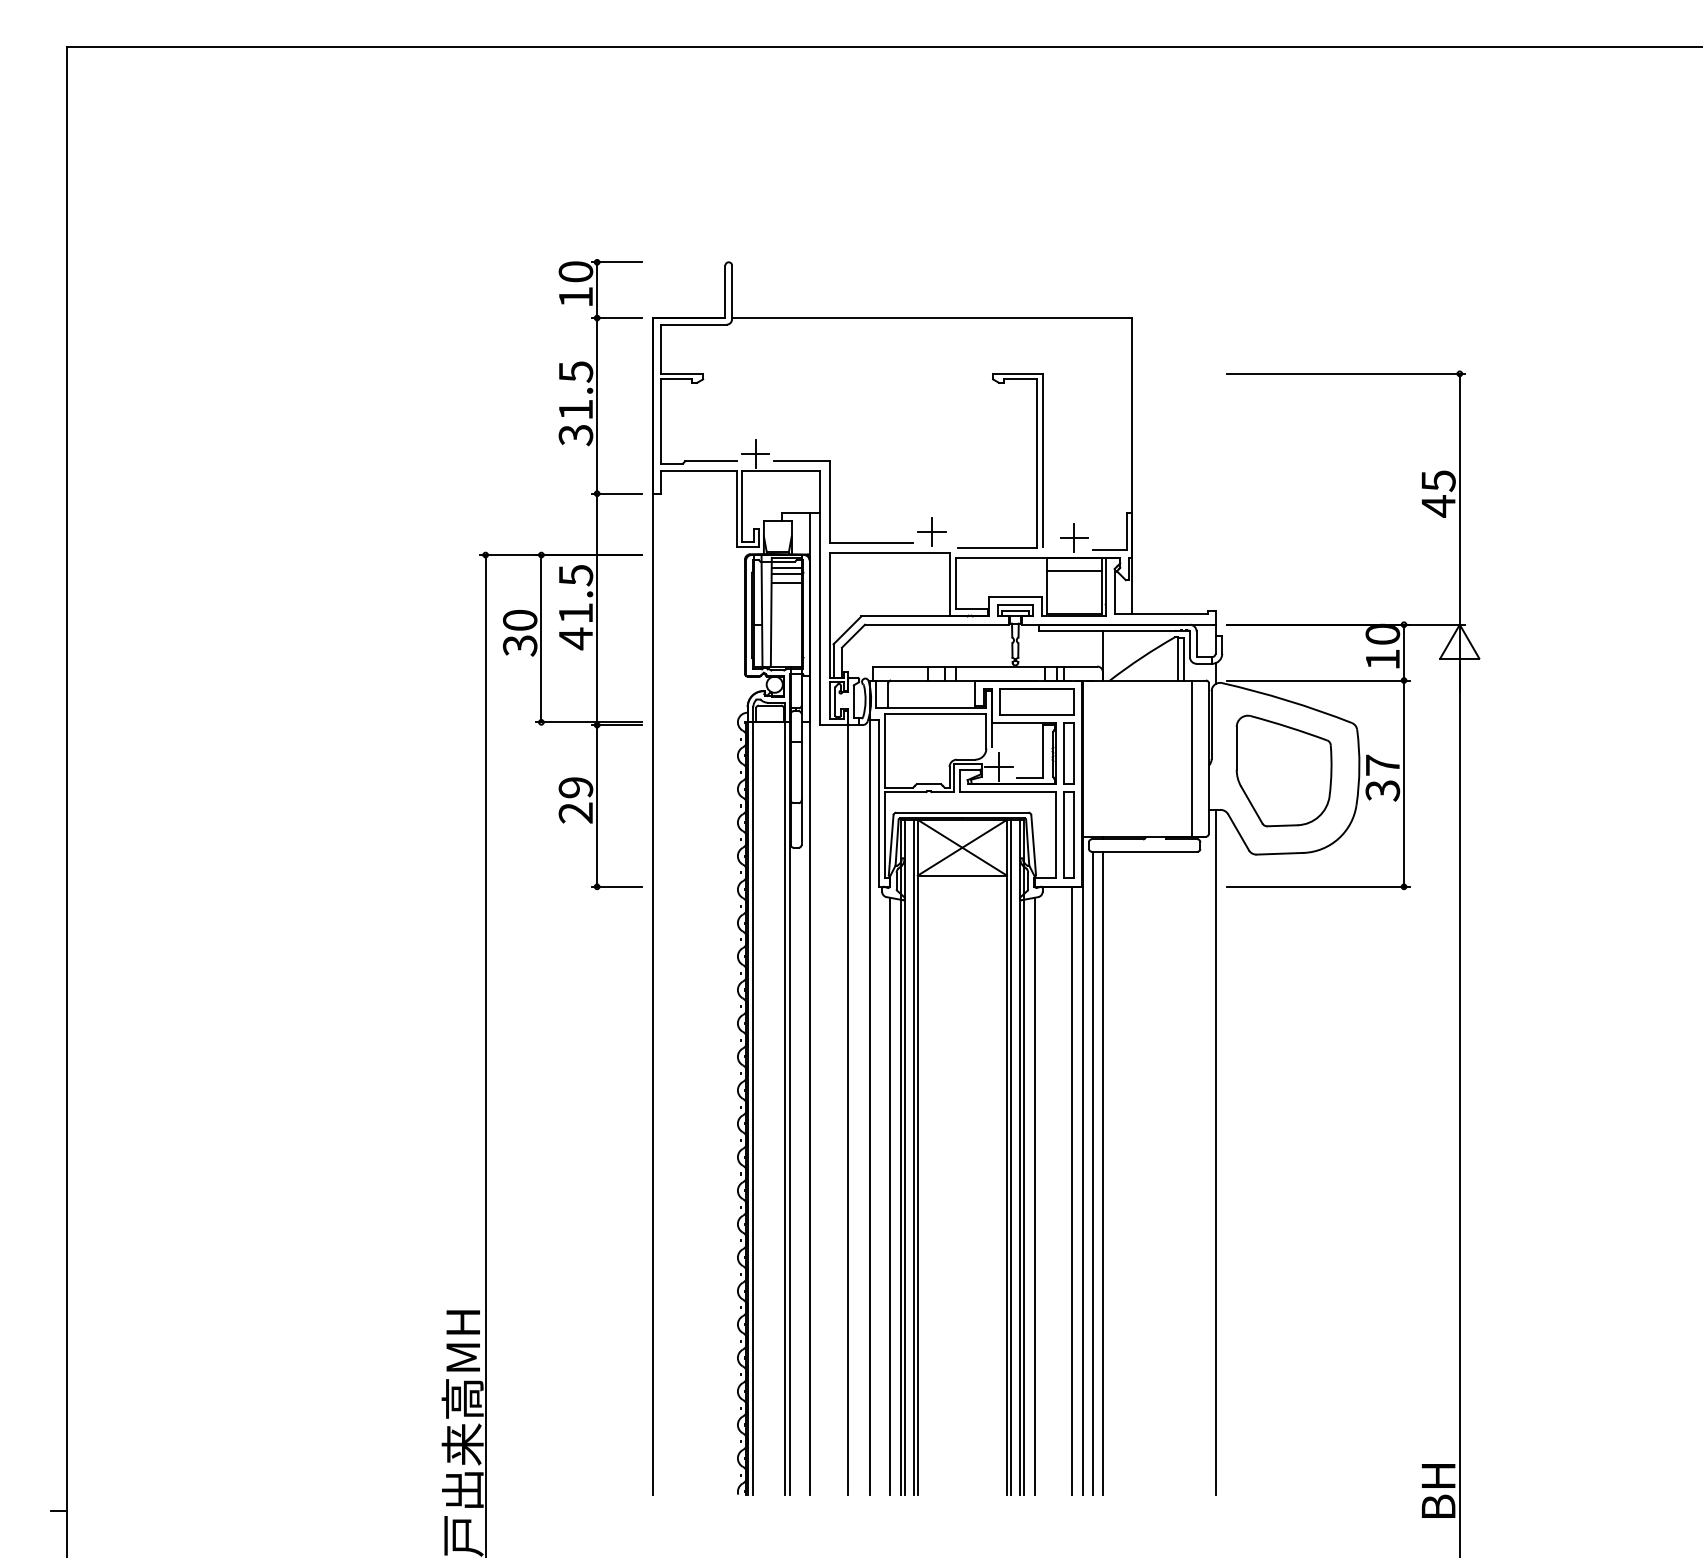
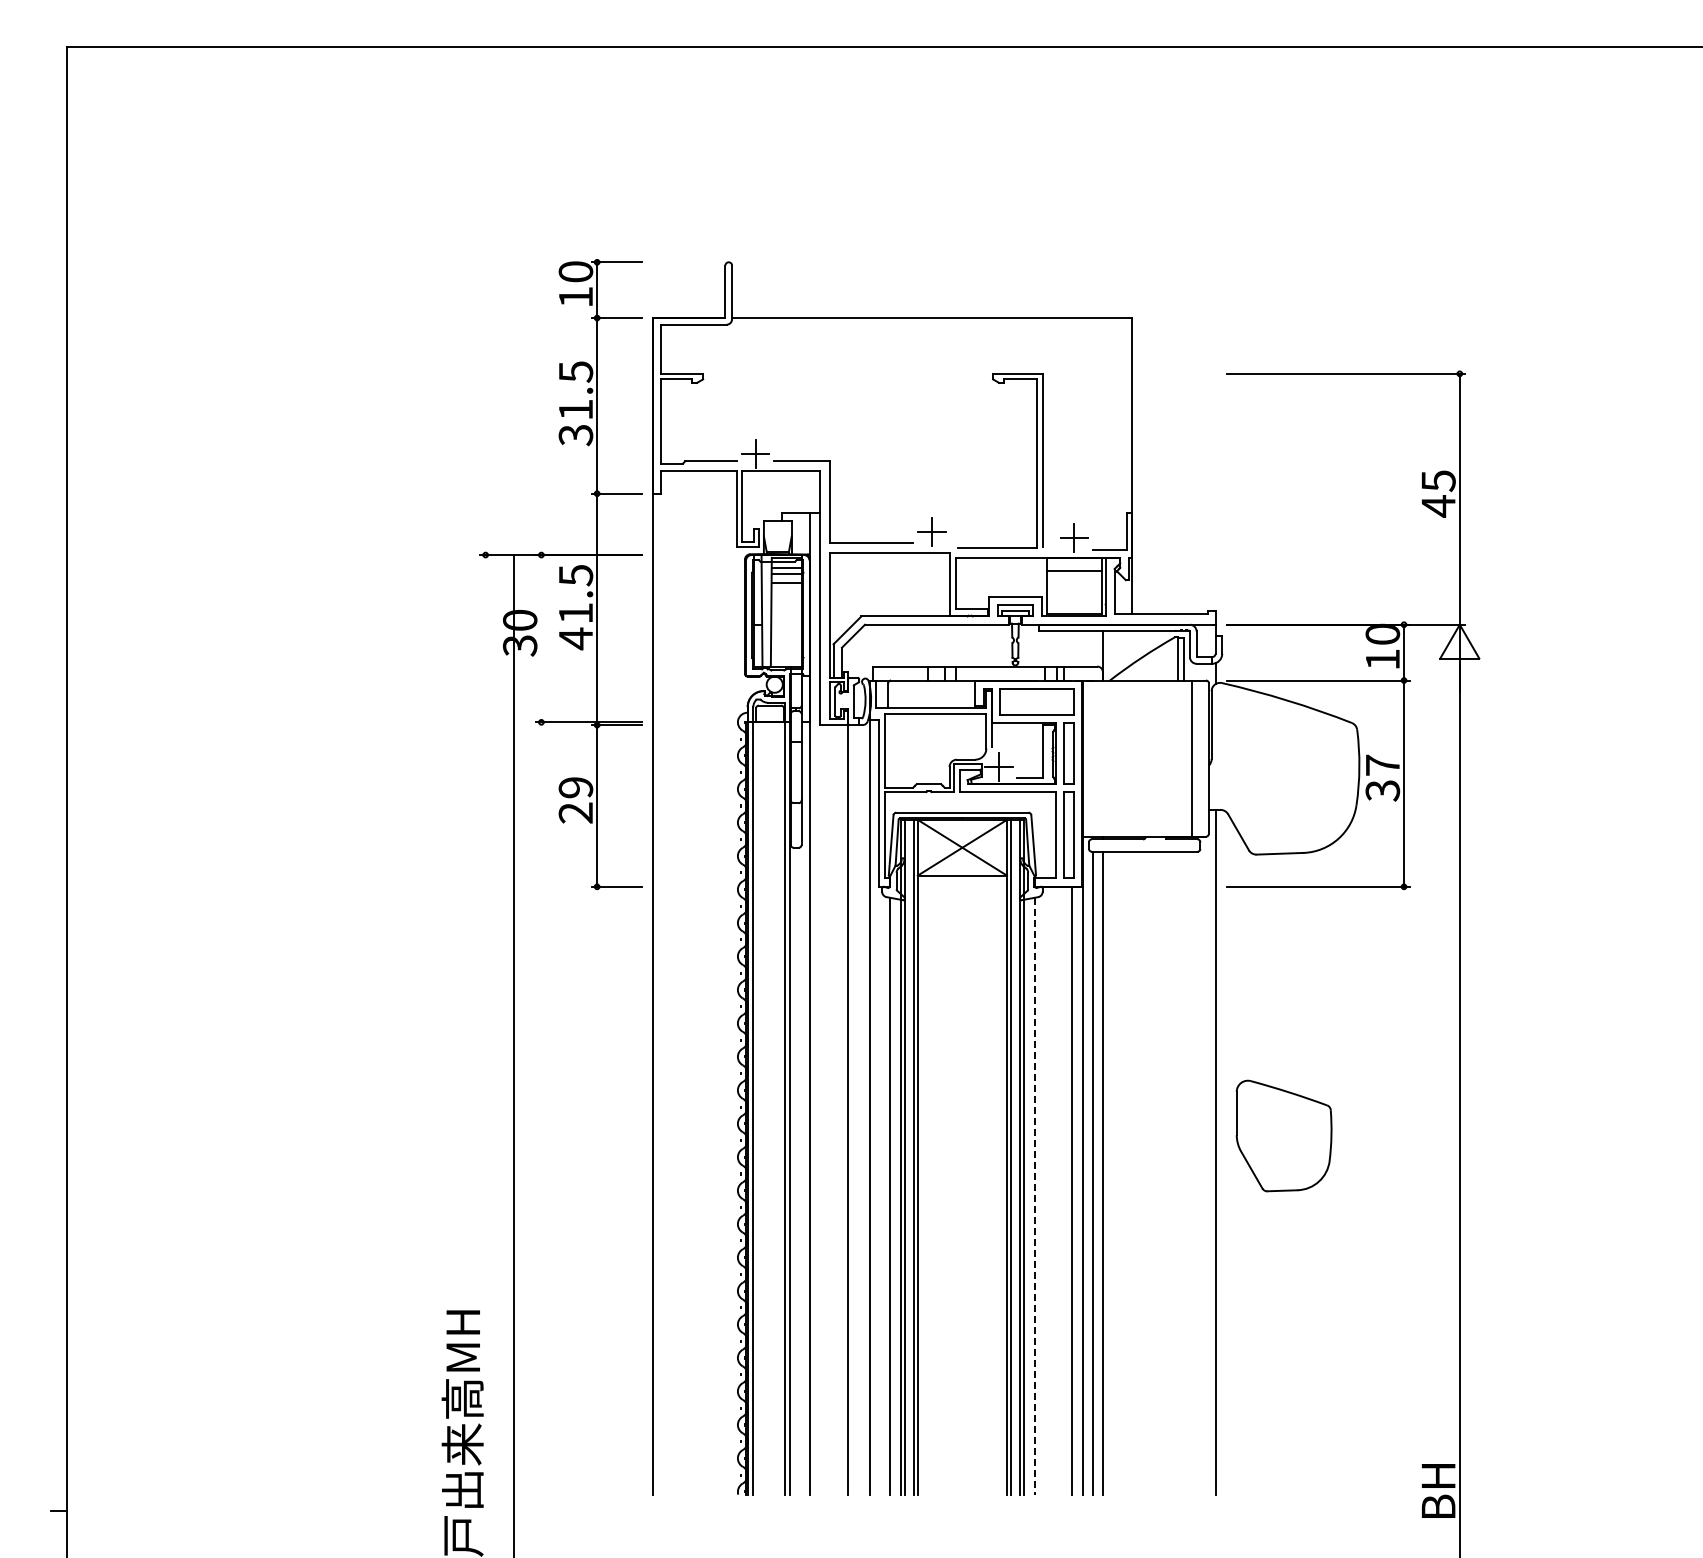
line at (541, 638): present -> none
part at (1283, 770) position: (1283, 770) -> (1283, 1135)
line at (485, 1054) position: (485, 1054) -> (513, 1054)
line at (1034, 1196): solid -> dashed
